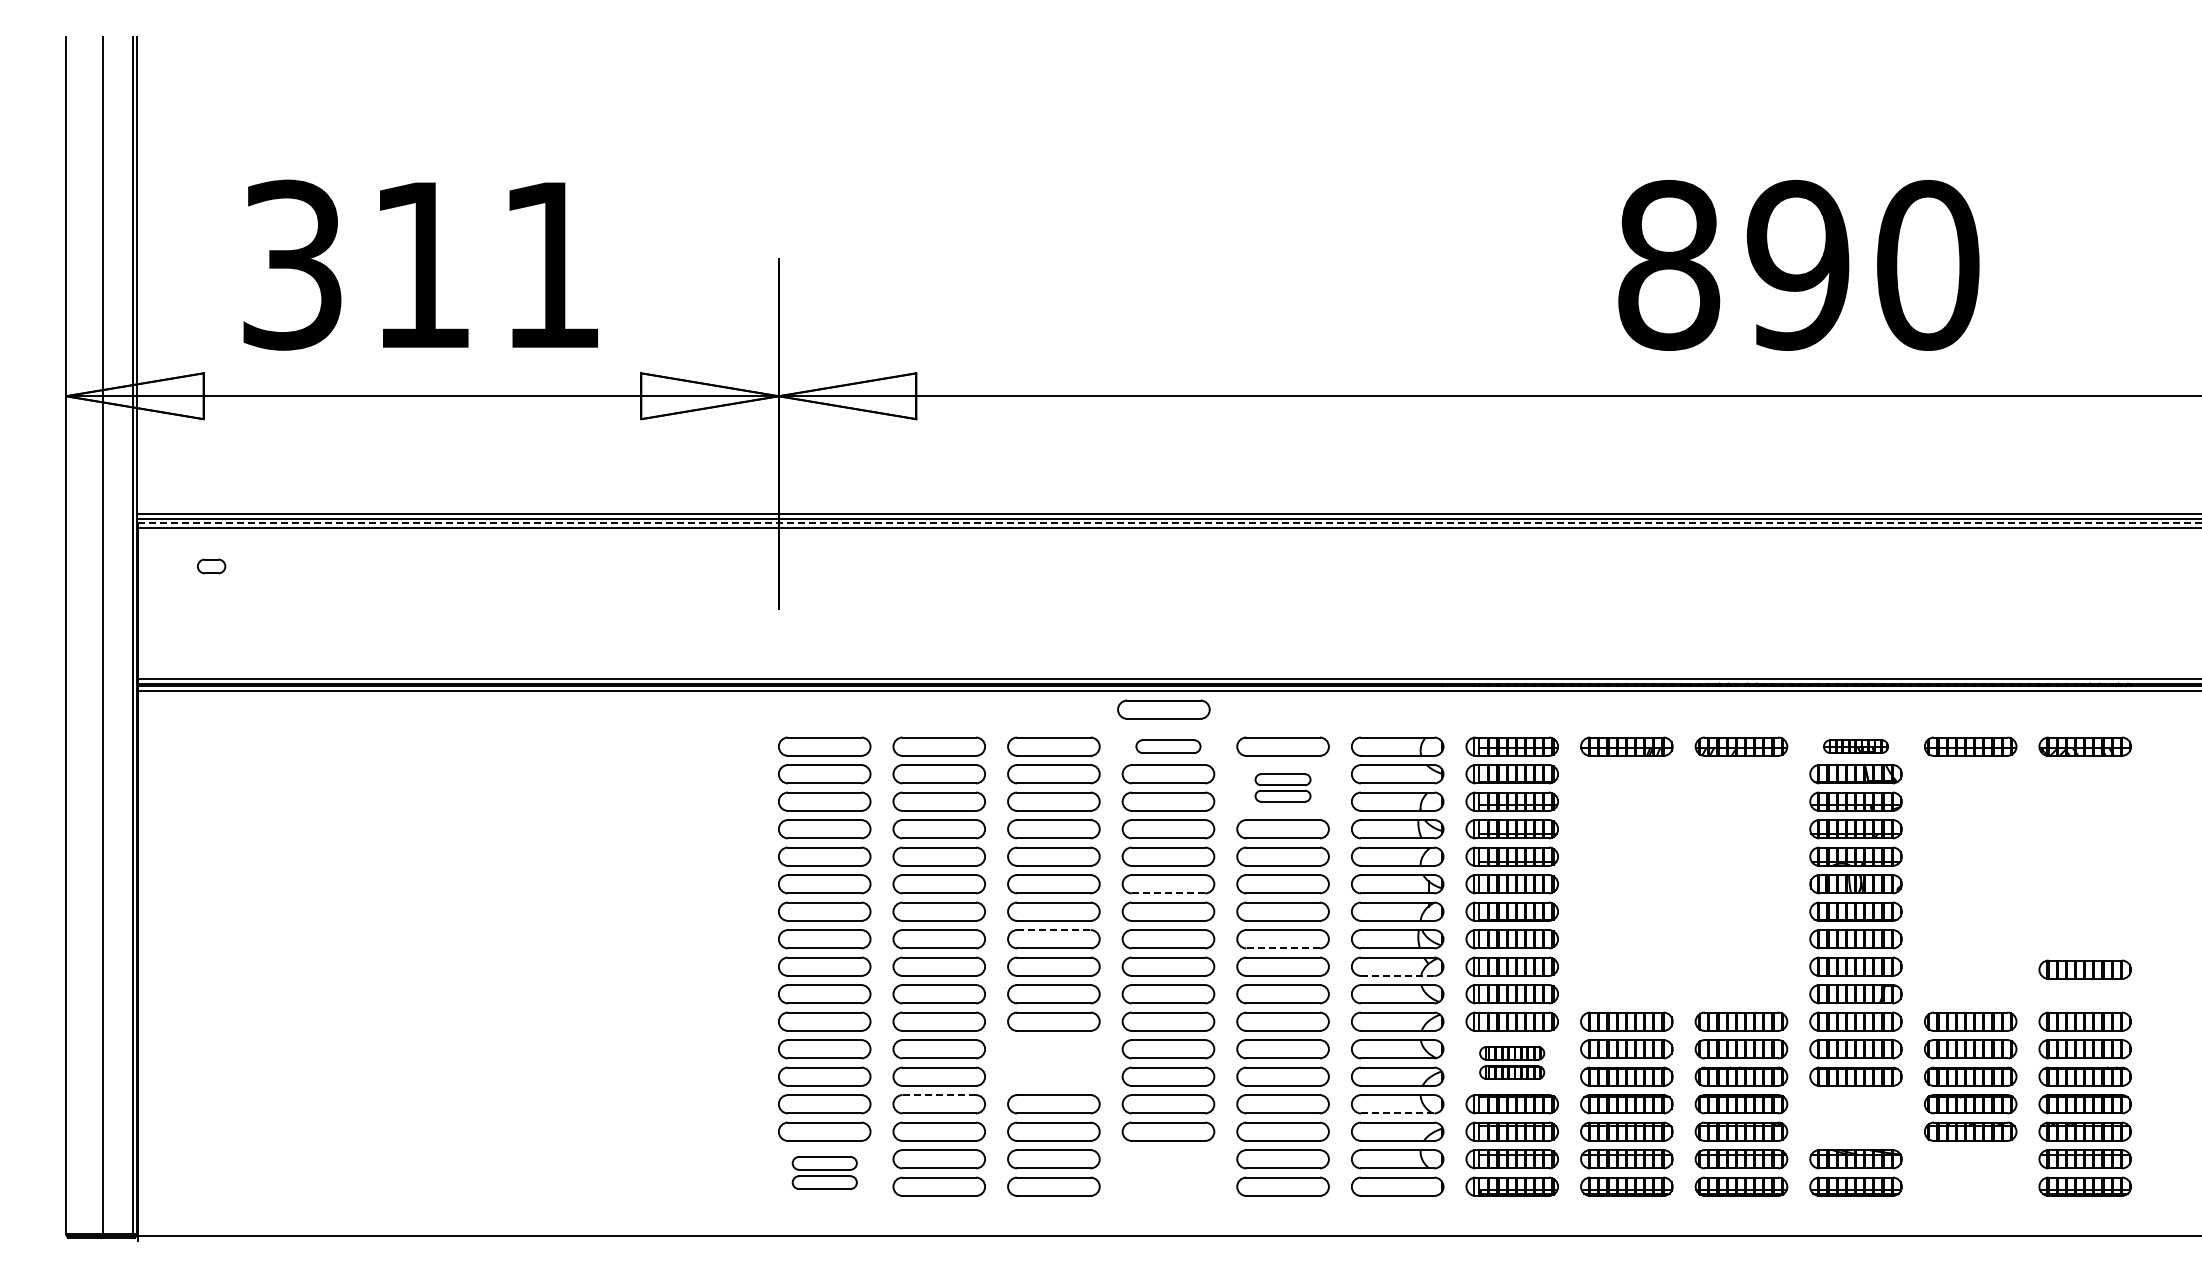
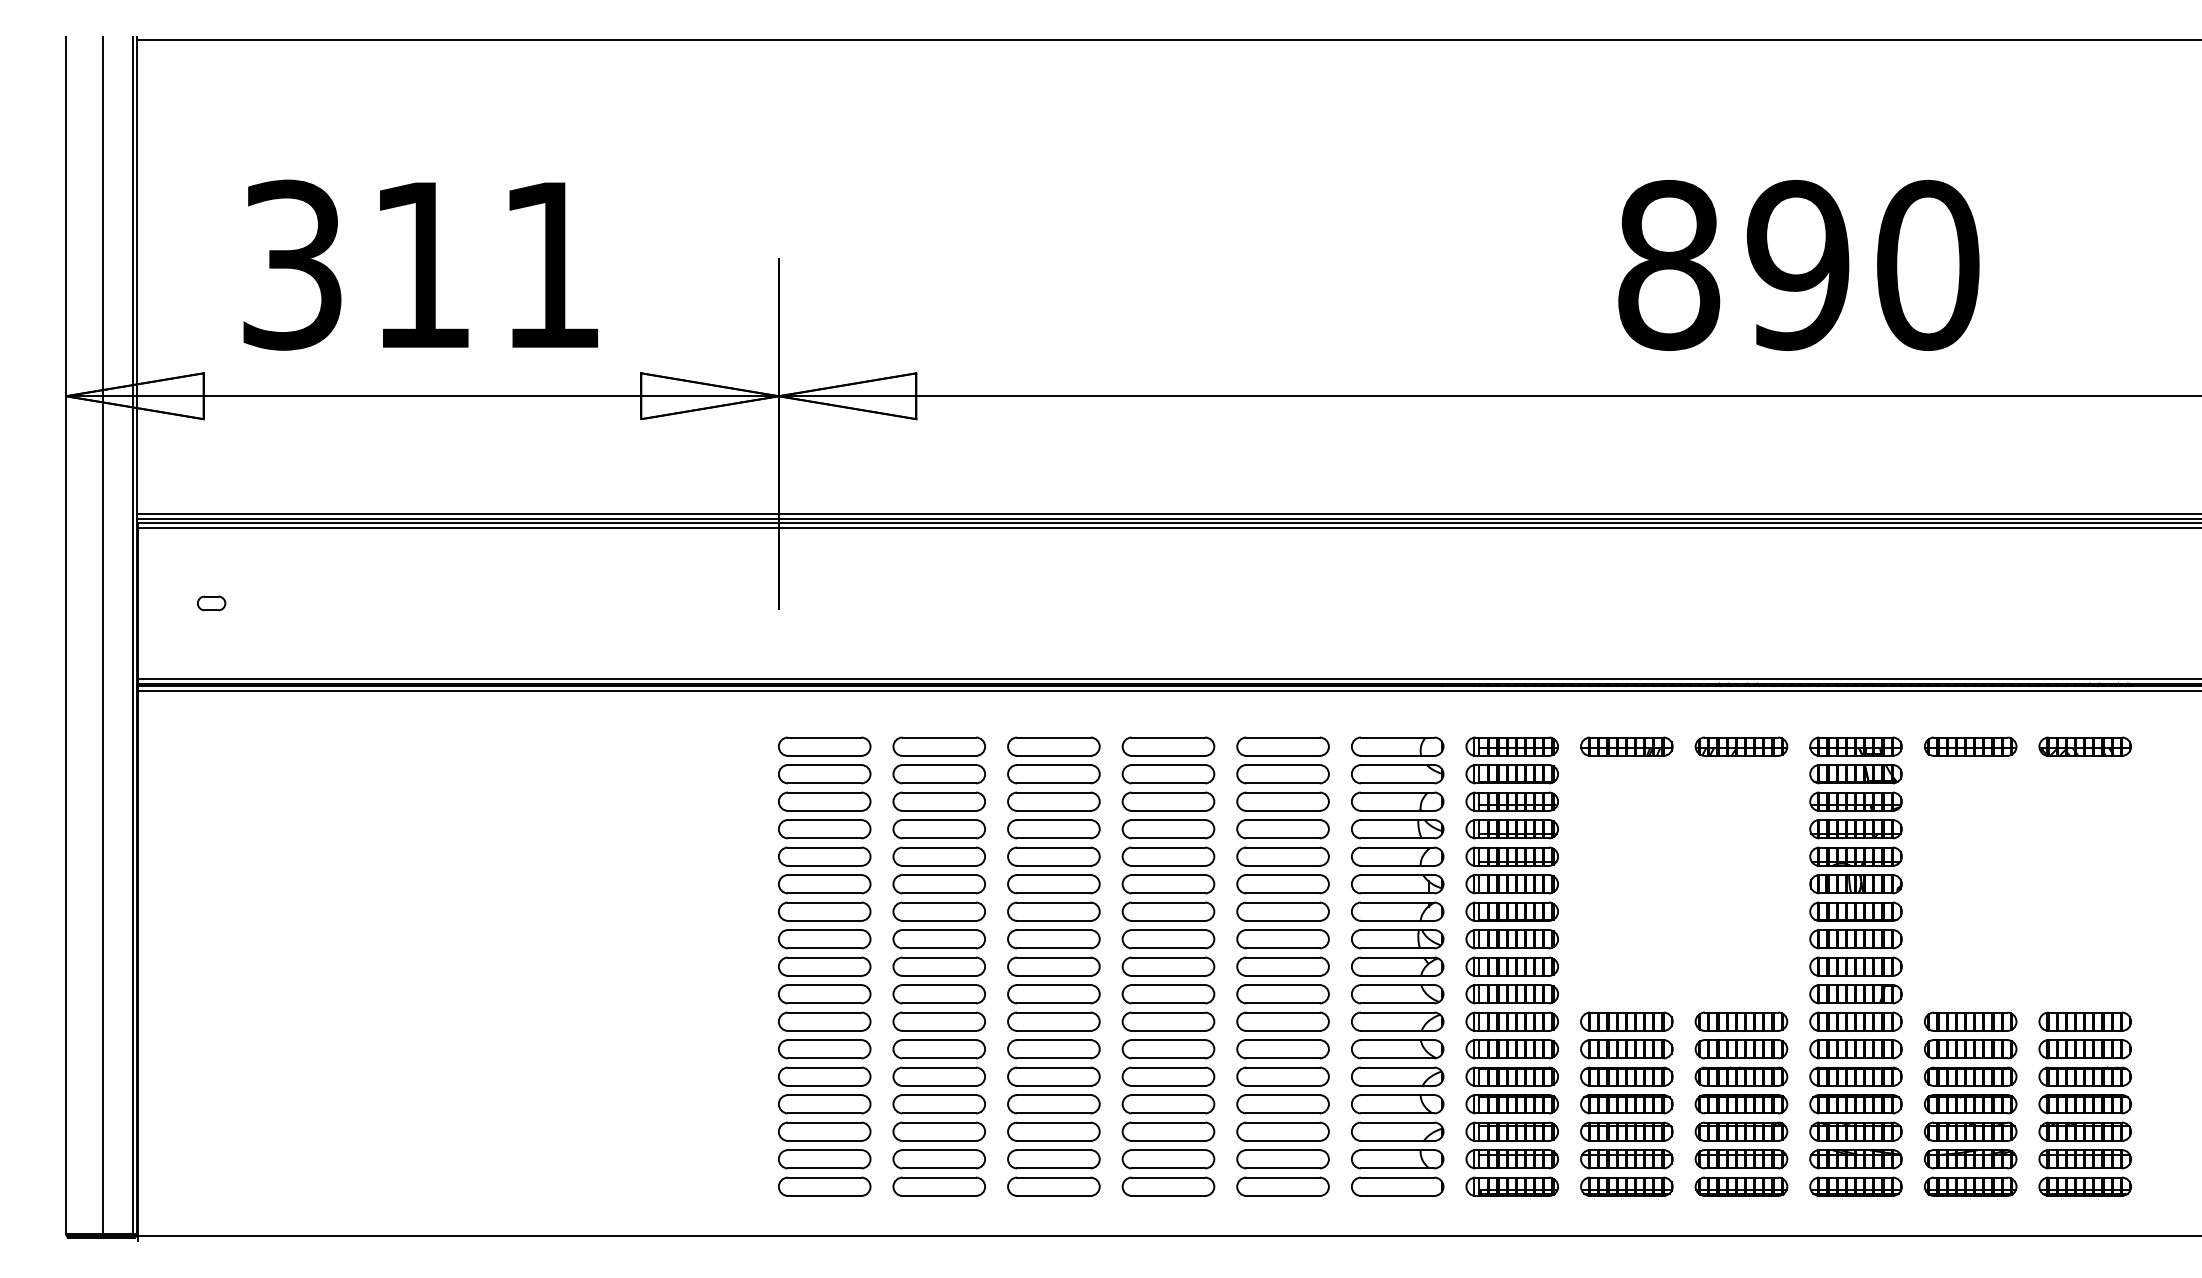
line at (1167, 39): none -> present
line at (1169, 523): dashed -> solid
part at (211, 566) position: (211, 566) -> (211, 603)
part at (1163, 709): present -> none
part at (1168, 746) size: 67x15 px -> 95x21 px
part at (1855, 746) size: 66x15 px -> 94x21 px
part at (1282, 787) size: 58x30 px -> 94x48 px
line at (1168, 893): dashed -> solid
line at (1053, 930): dashed -> solid
line at (1283, 948): dashed -> solid
part at (2084, 969): present -> none
line at (1397, 975): dashed -> solid
part at (1053, 1062): none -> present
part at (1512, 1062) size: 67x34 px -> 94x48 px
line at (939, 1095): dashed -> solid
line at (1397, 1113): dashed -> solid
part at (1855, 1117): none -> present
part at (824, 1172) size: 67x34 px -> 94x48 px
part at (1168, 1172): none -> present
part at (1970, 1172): none -> present
